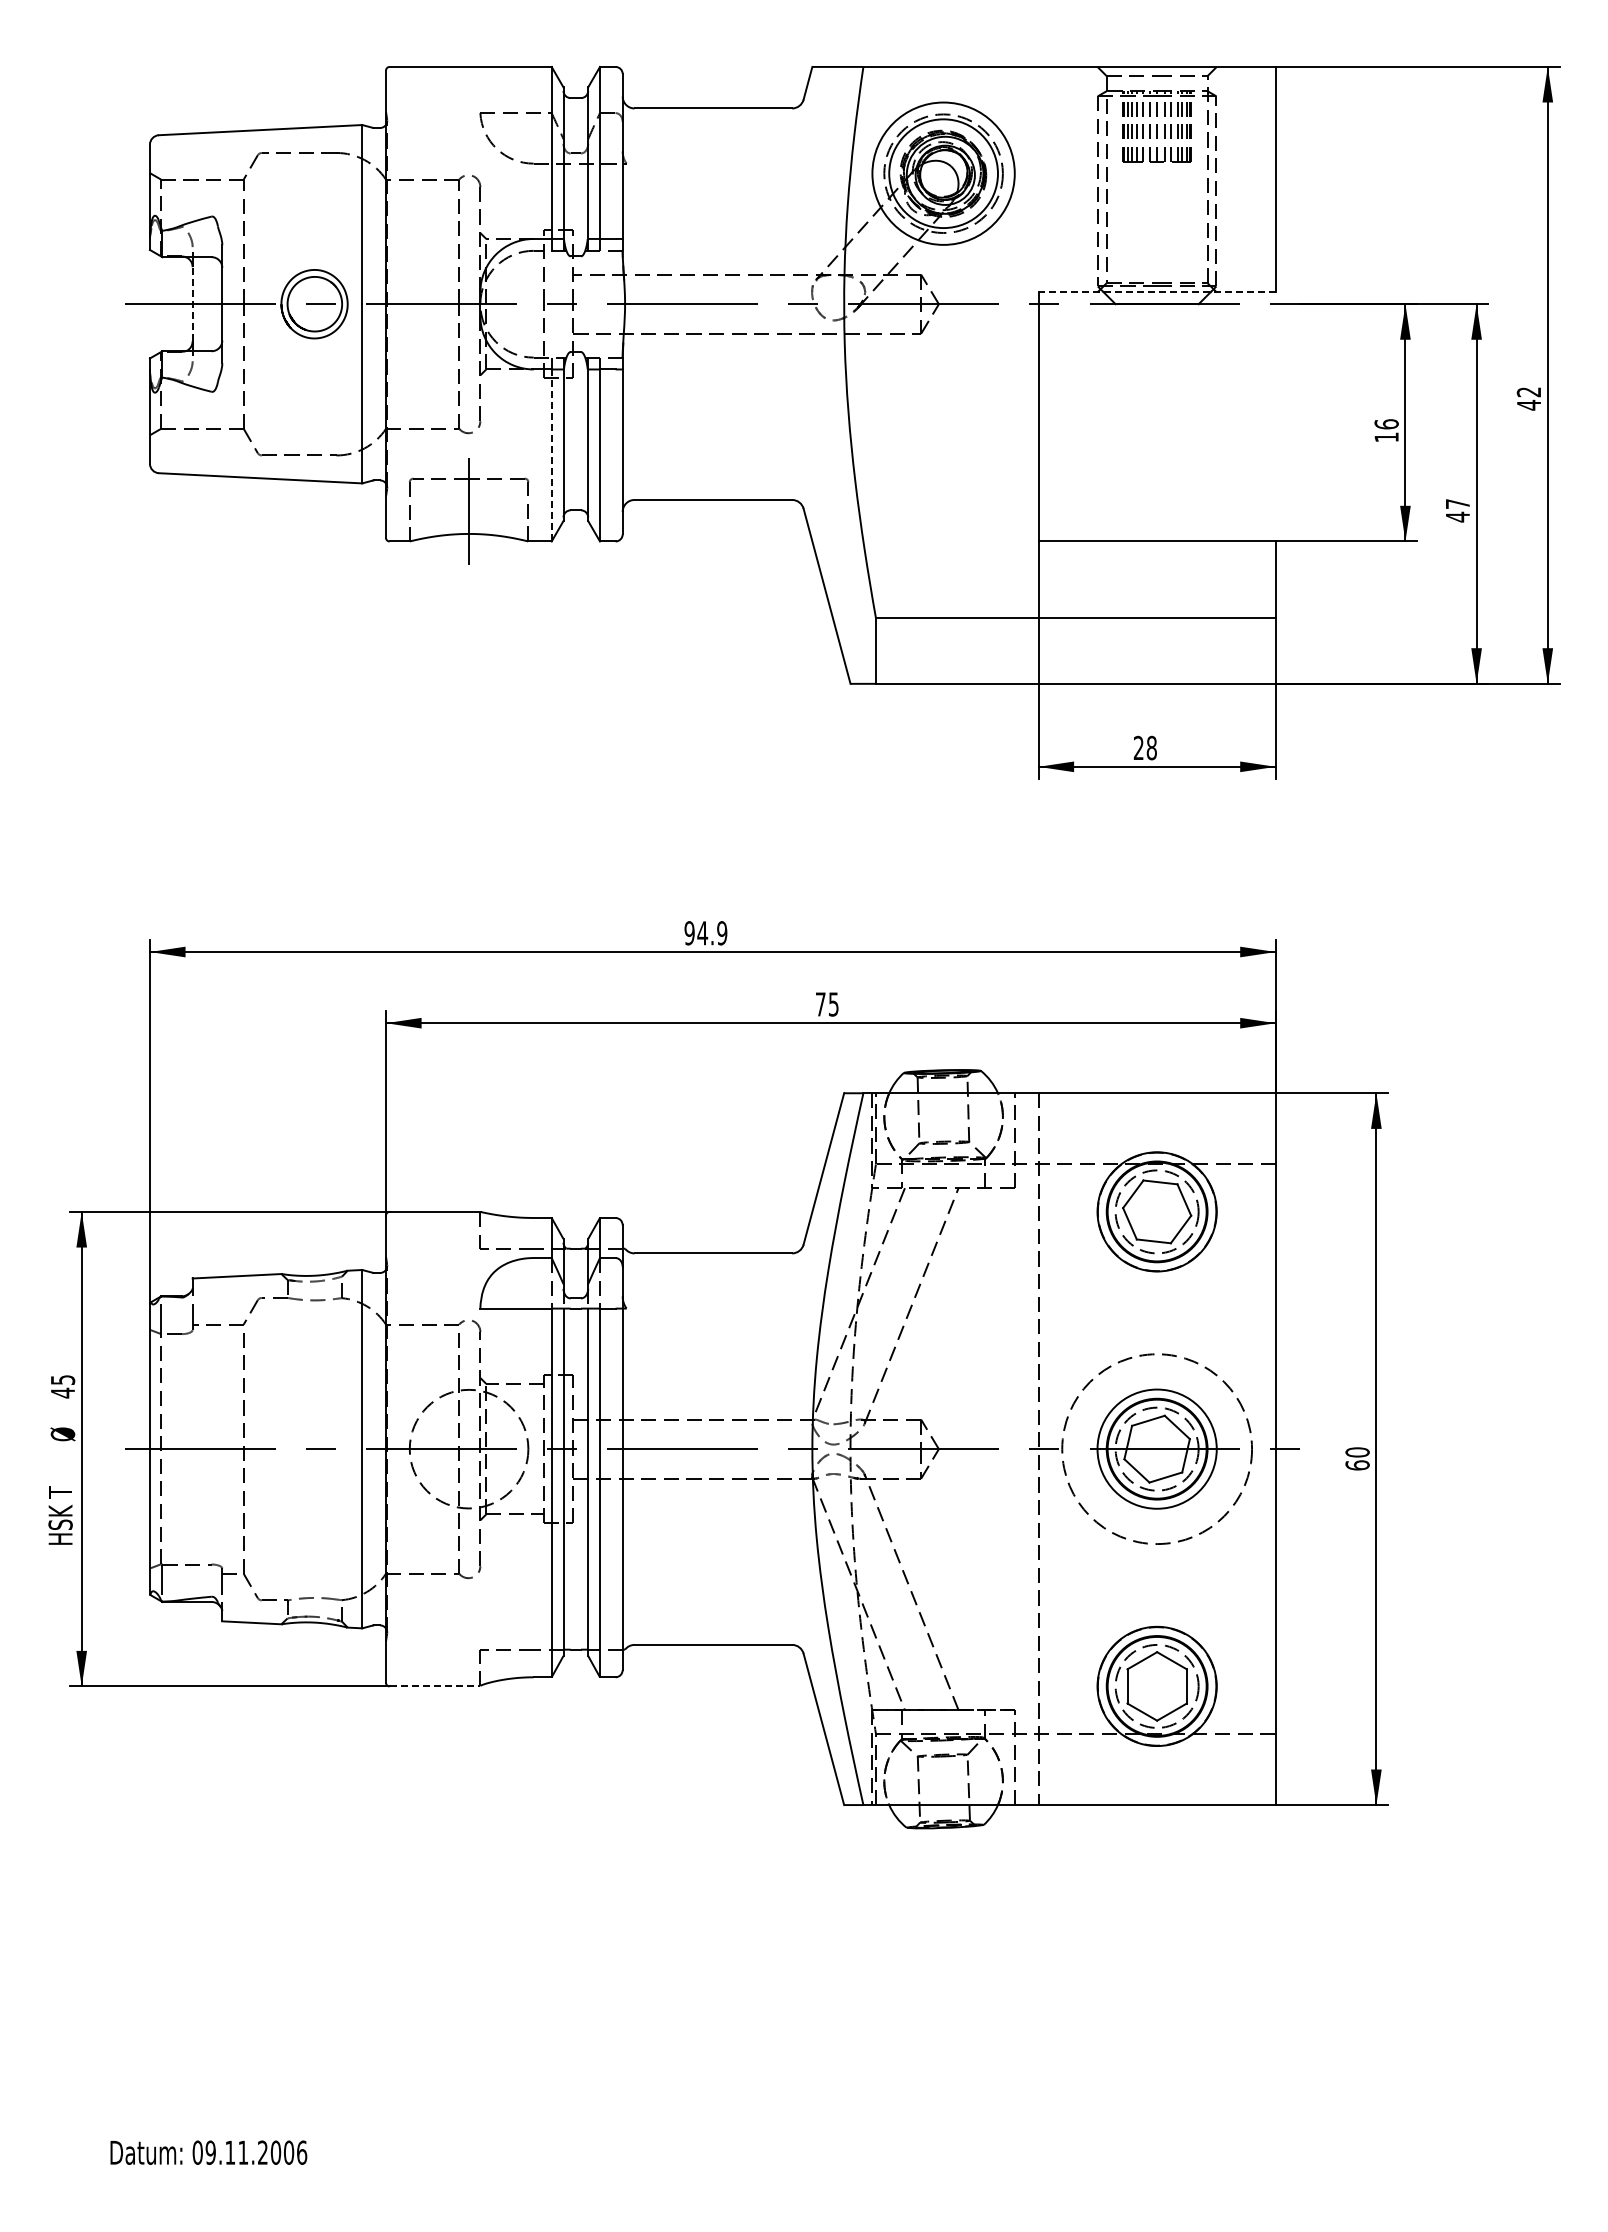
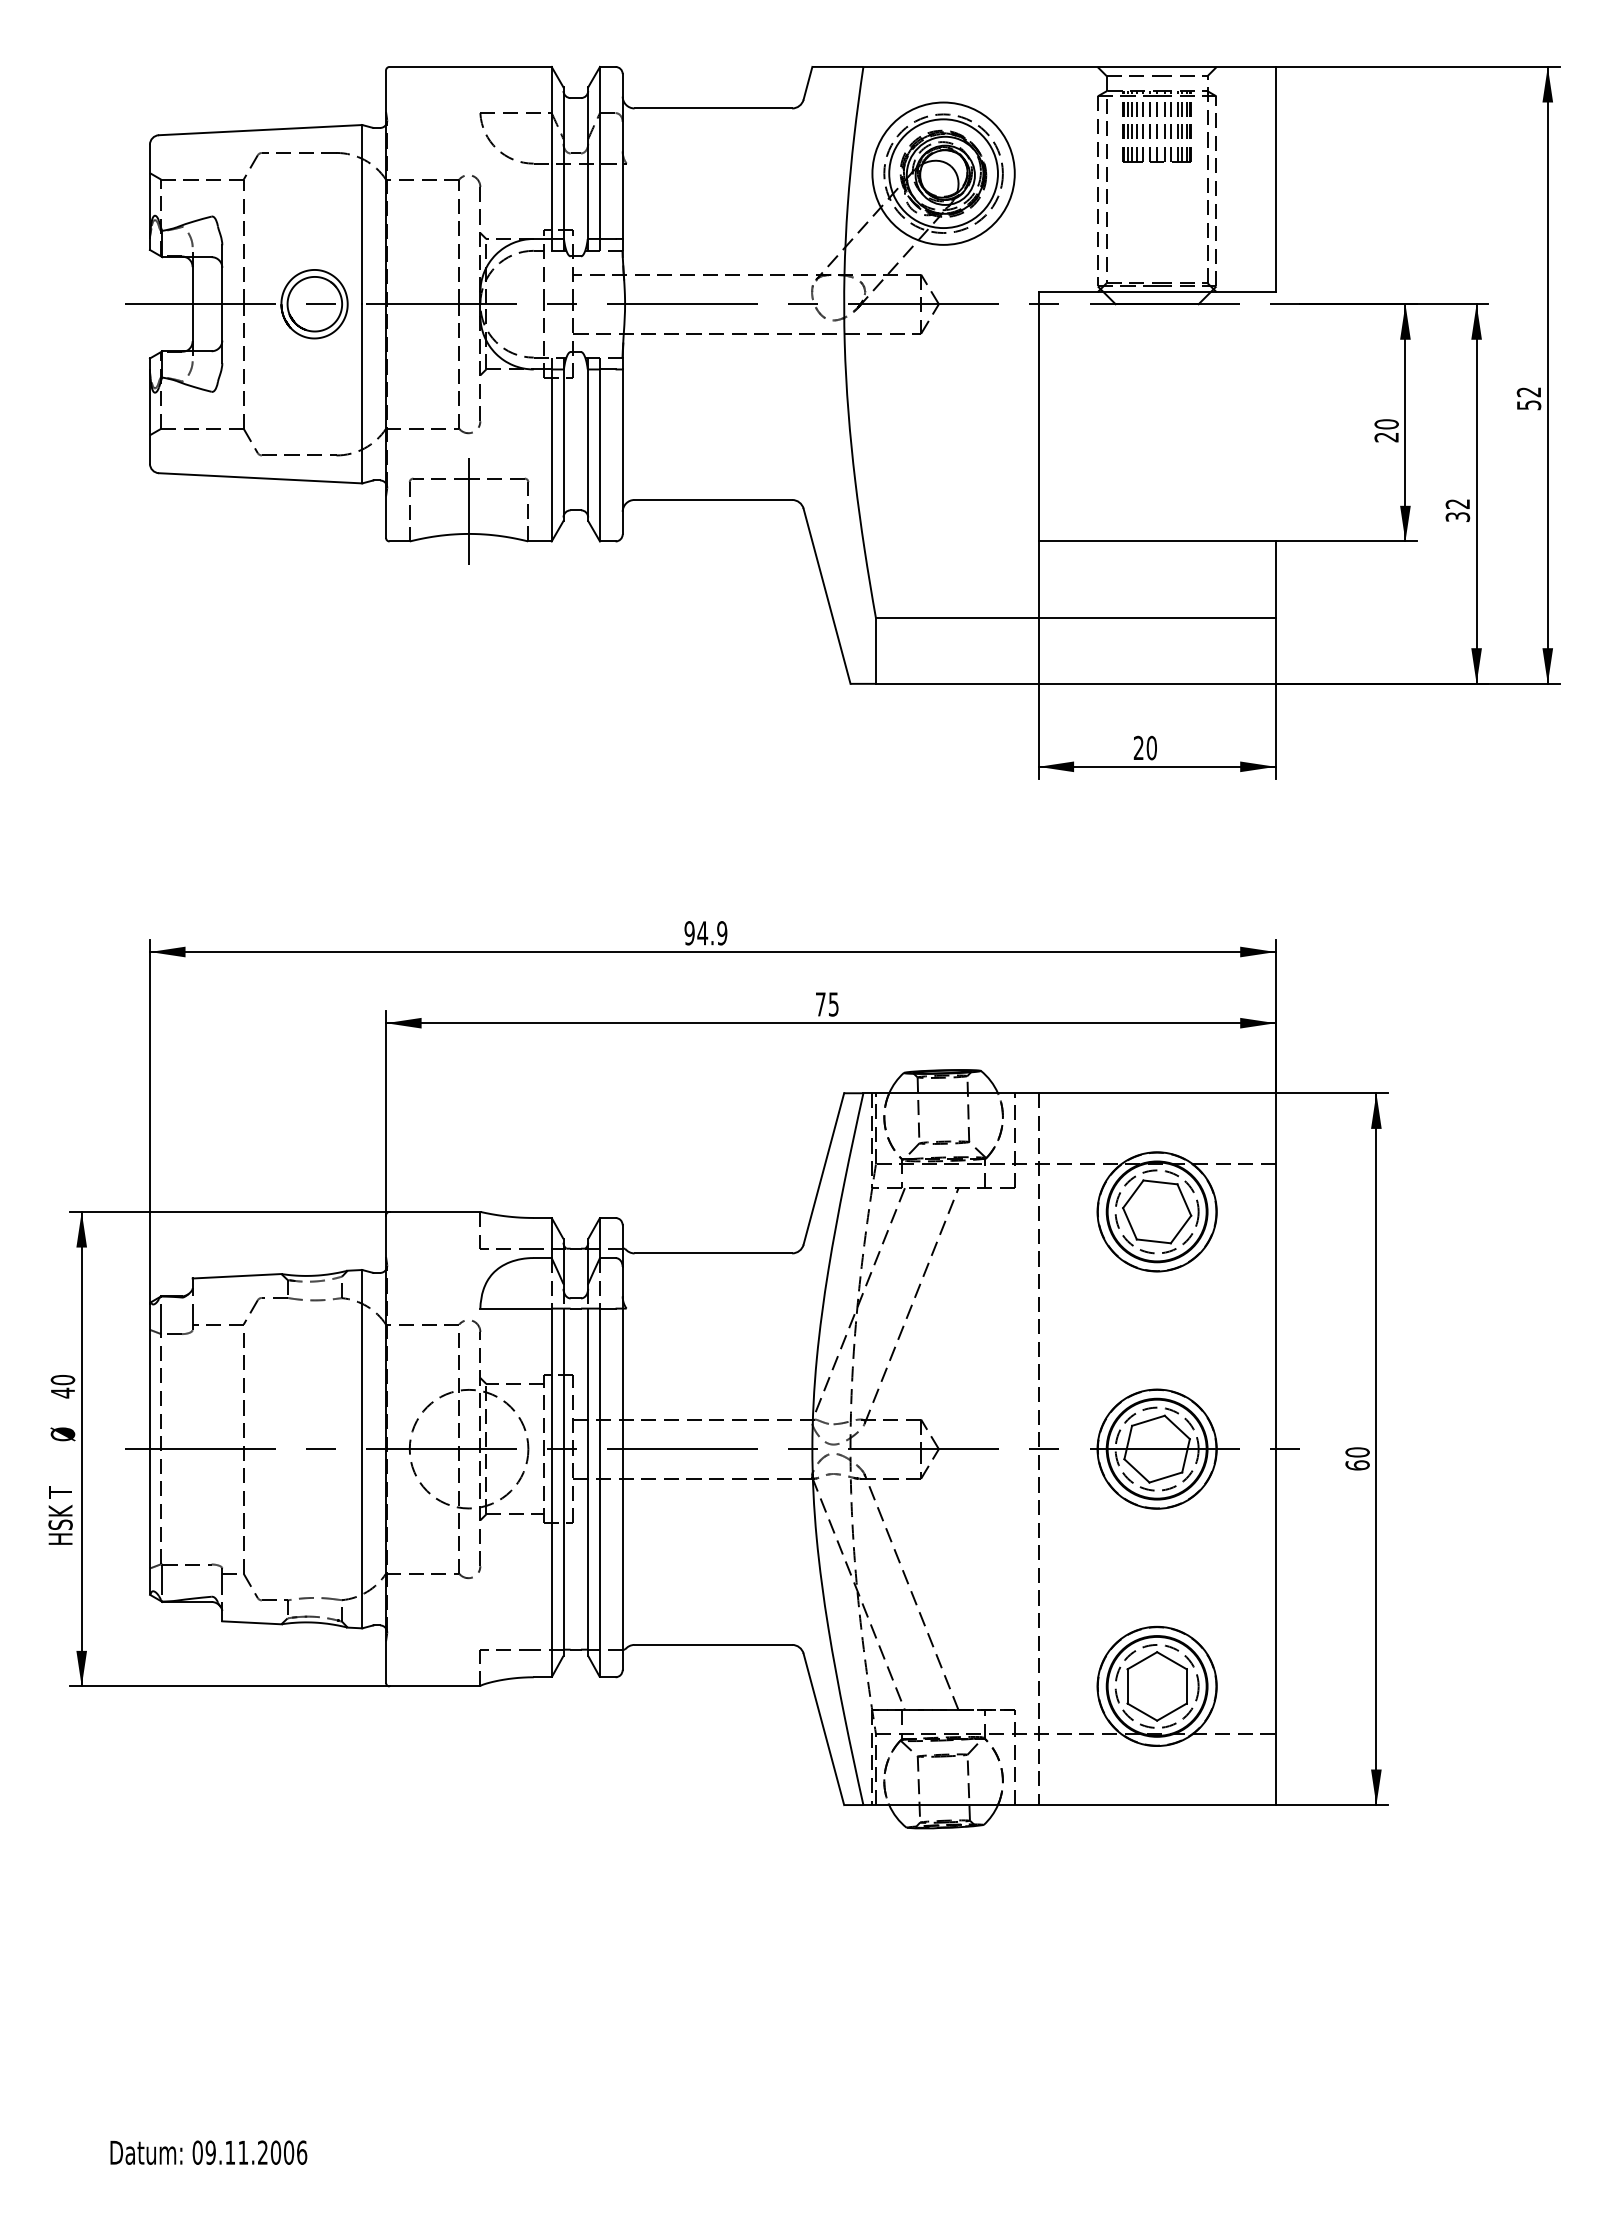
line at (1157, 292): dashed -> solid
line at (192, 303): dashed -> solid
text at (1529, 404): 42 -> 52
text at (1386, 430): 16 -> 20
line at (551, 454): dashed -> solid
text at (1457, 510): 47 -> 32
text at (1151, 747): 28 -> 20
text at (62, 1380): 45 -> 40
circle at (1157, 1449) diameter: 190 px -> 119 px
line at (435, 1686): dashed -> solid
